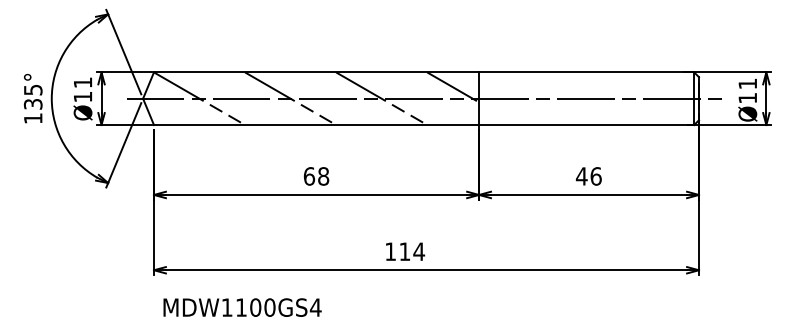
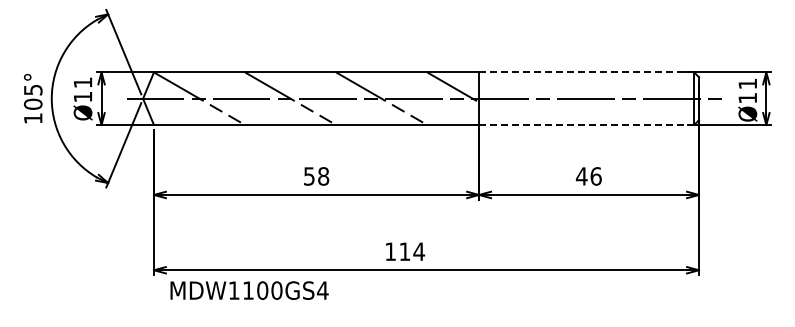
line at (586, 72): solid -> dashed
text at (33, 103): 135° -> 105°
line at (586, 125): solid -> dashed
text at (309, 176): 68 -> 58
text at (242, 307) position: (242, 307) -> (249, 290)
